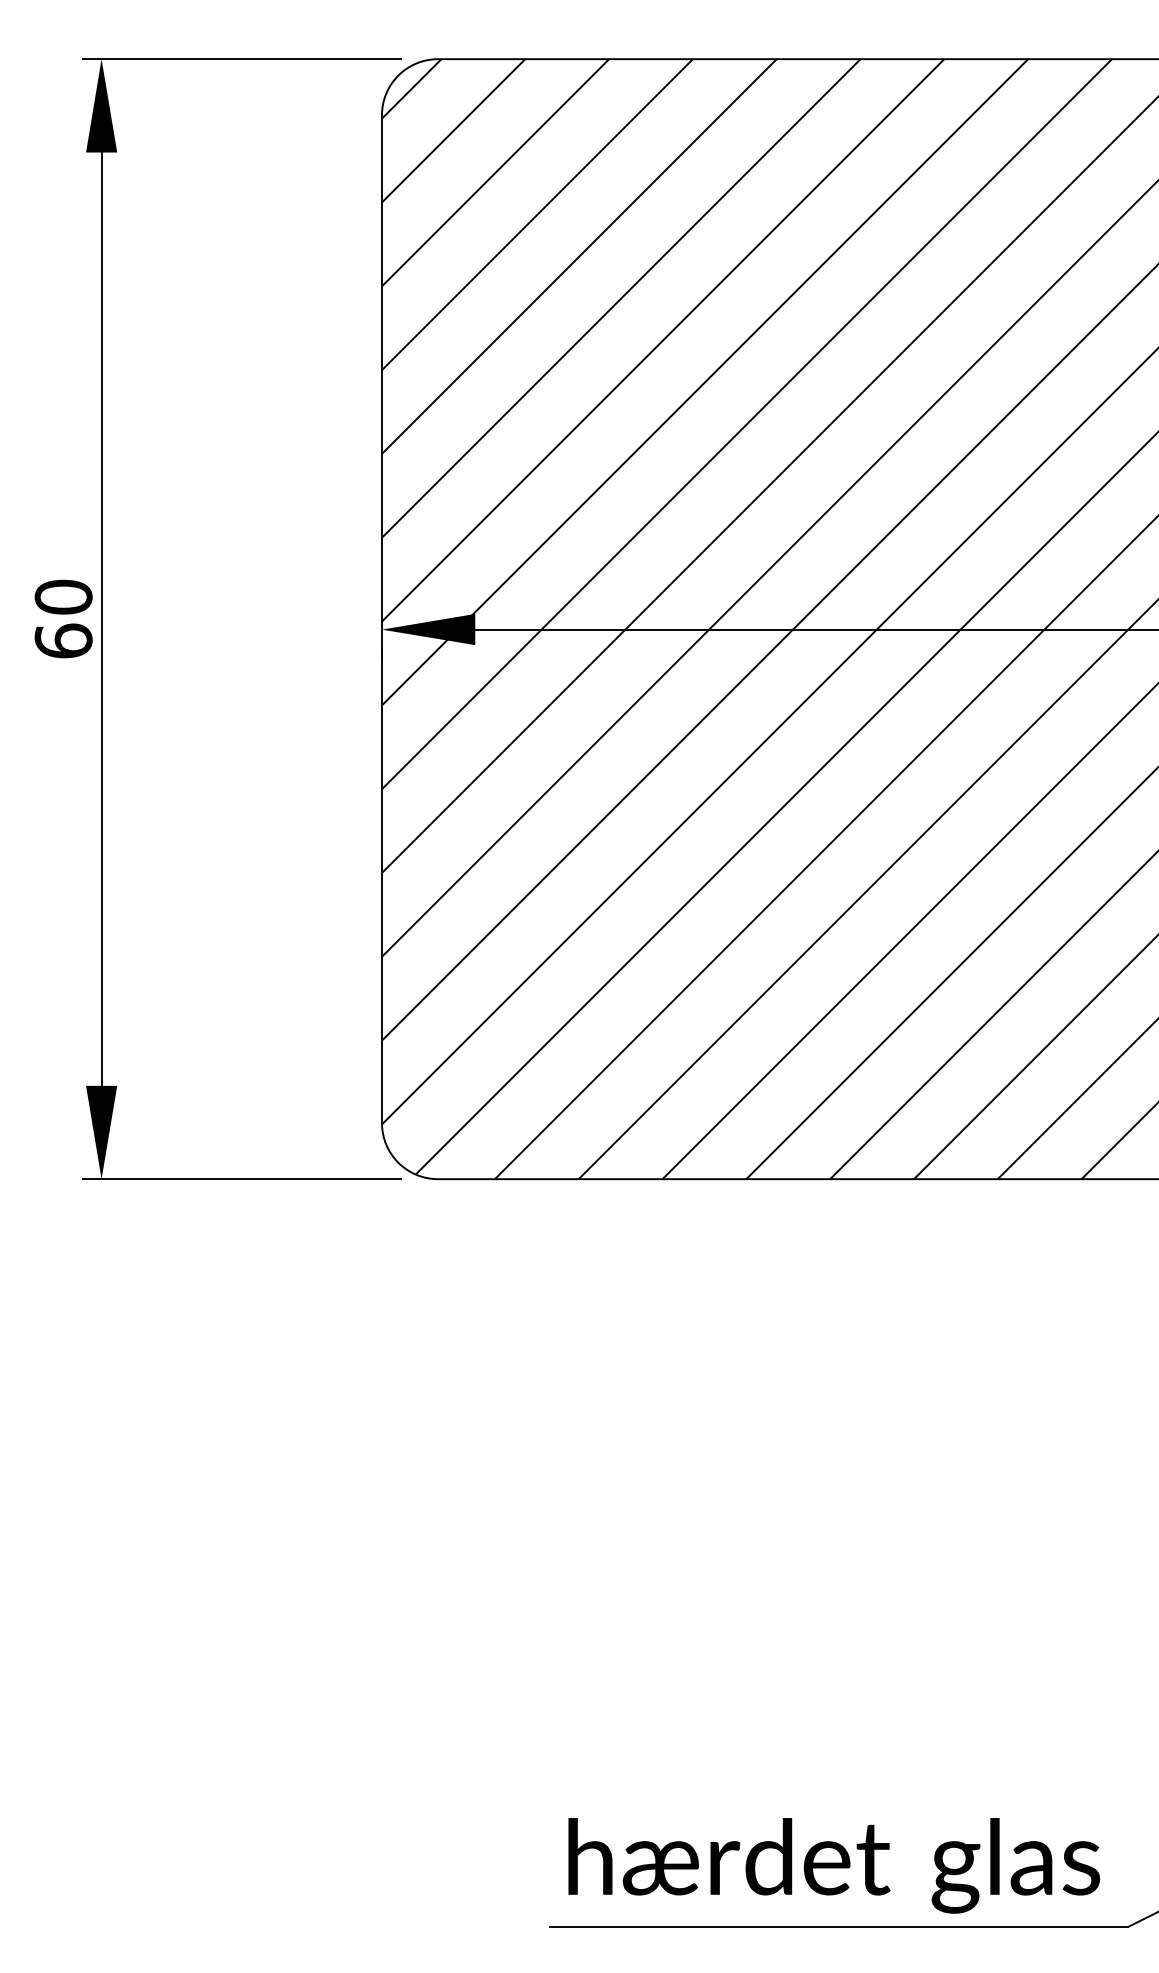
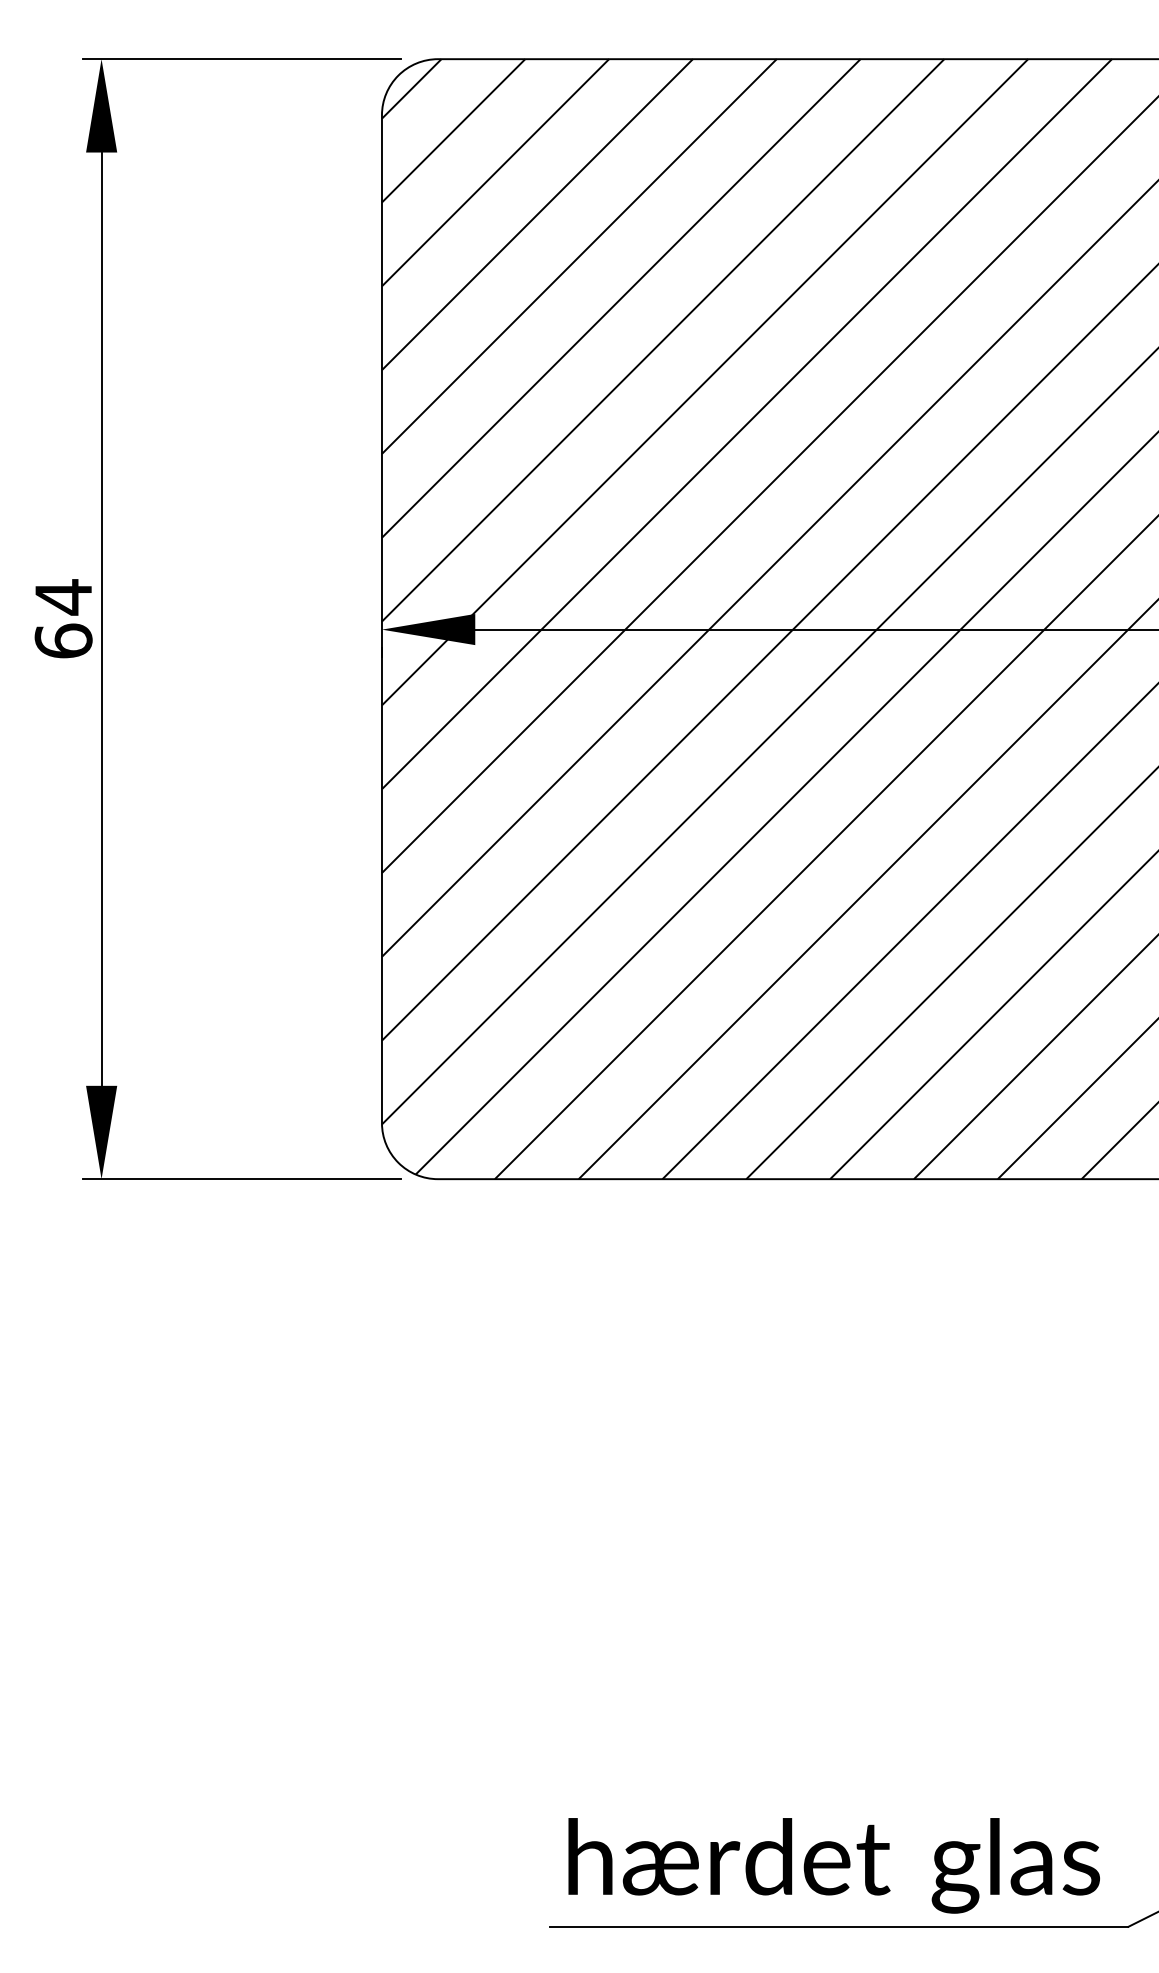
text at (63, 597): 60 -> 64
